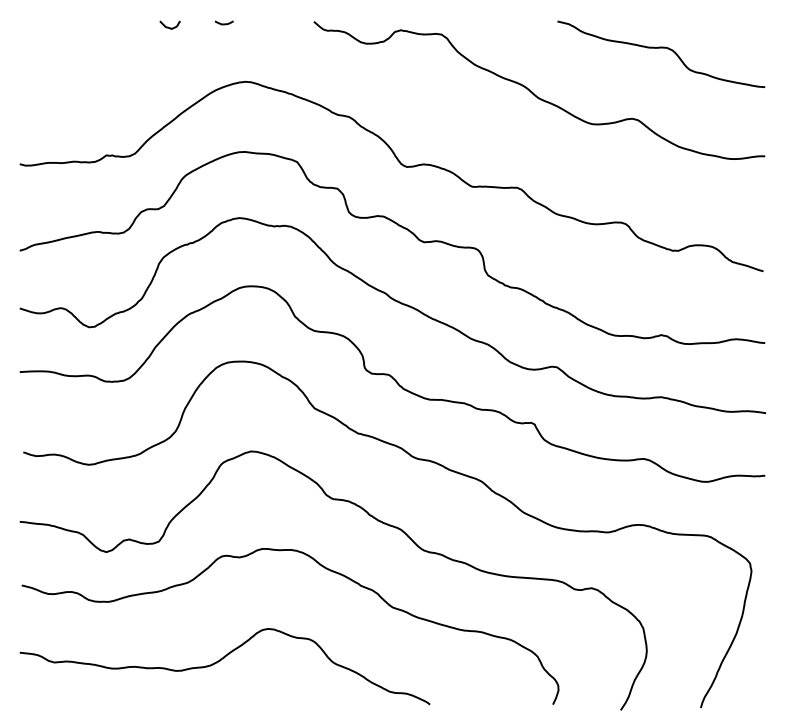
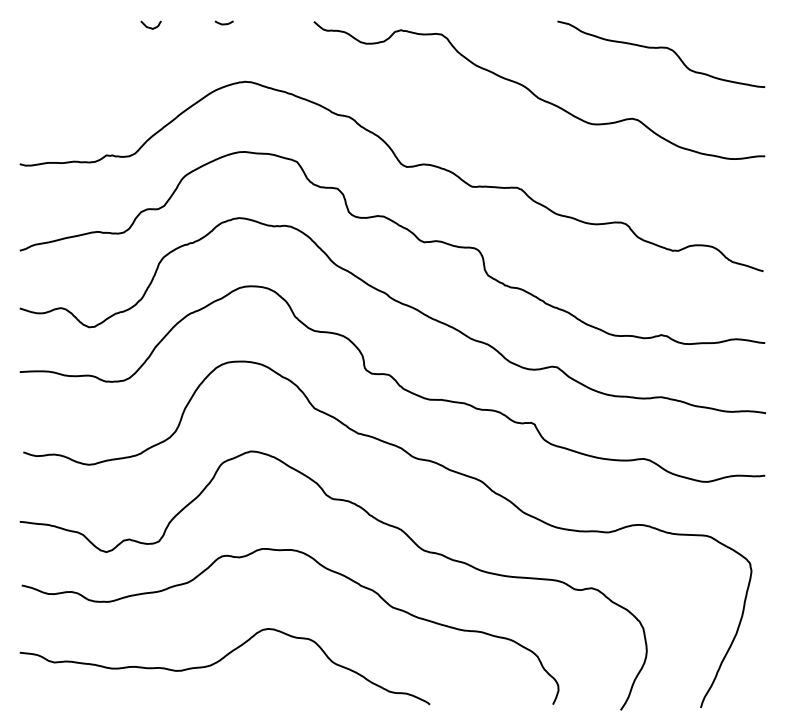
curve at (168, 26) position: (168, 26) -> (149, 26)
